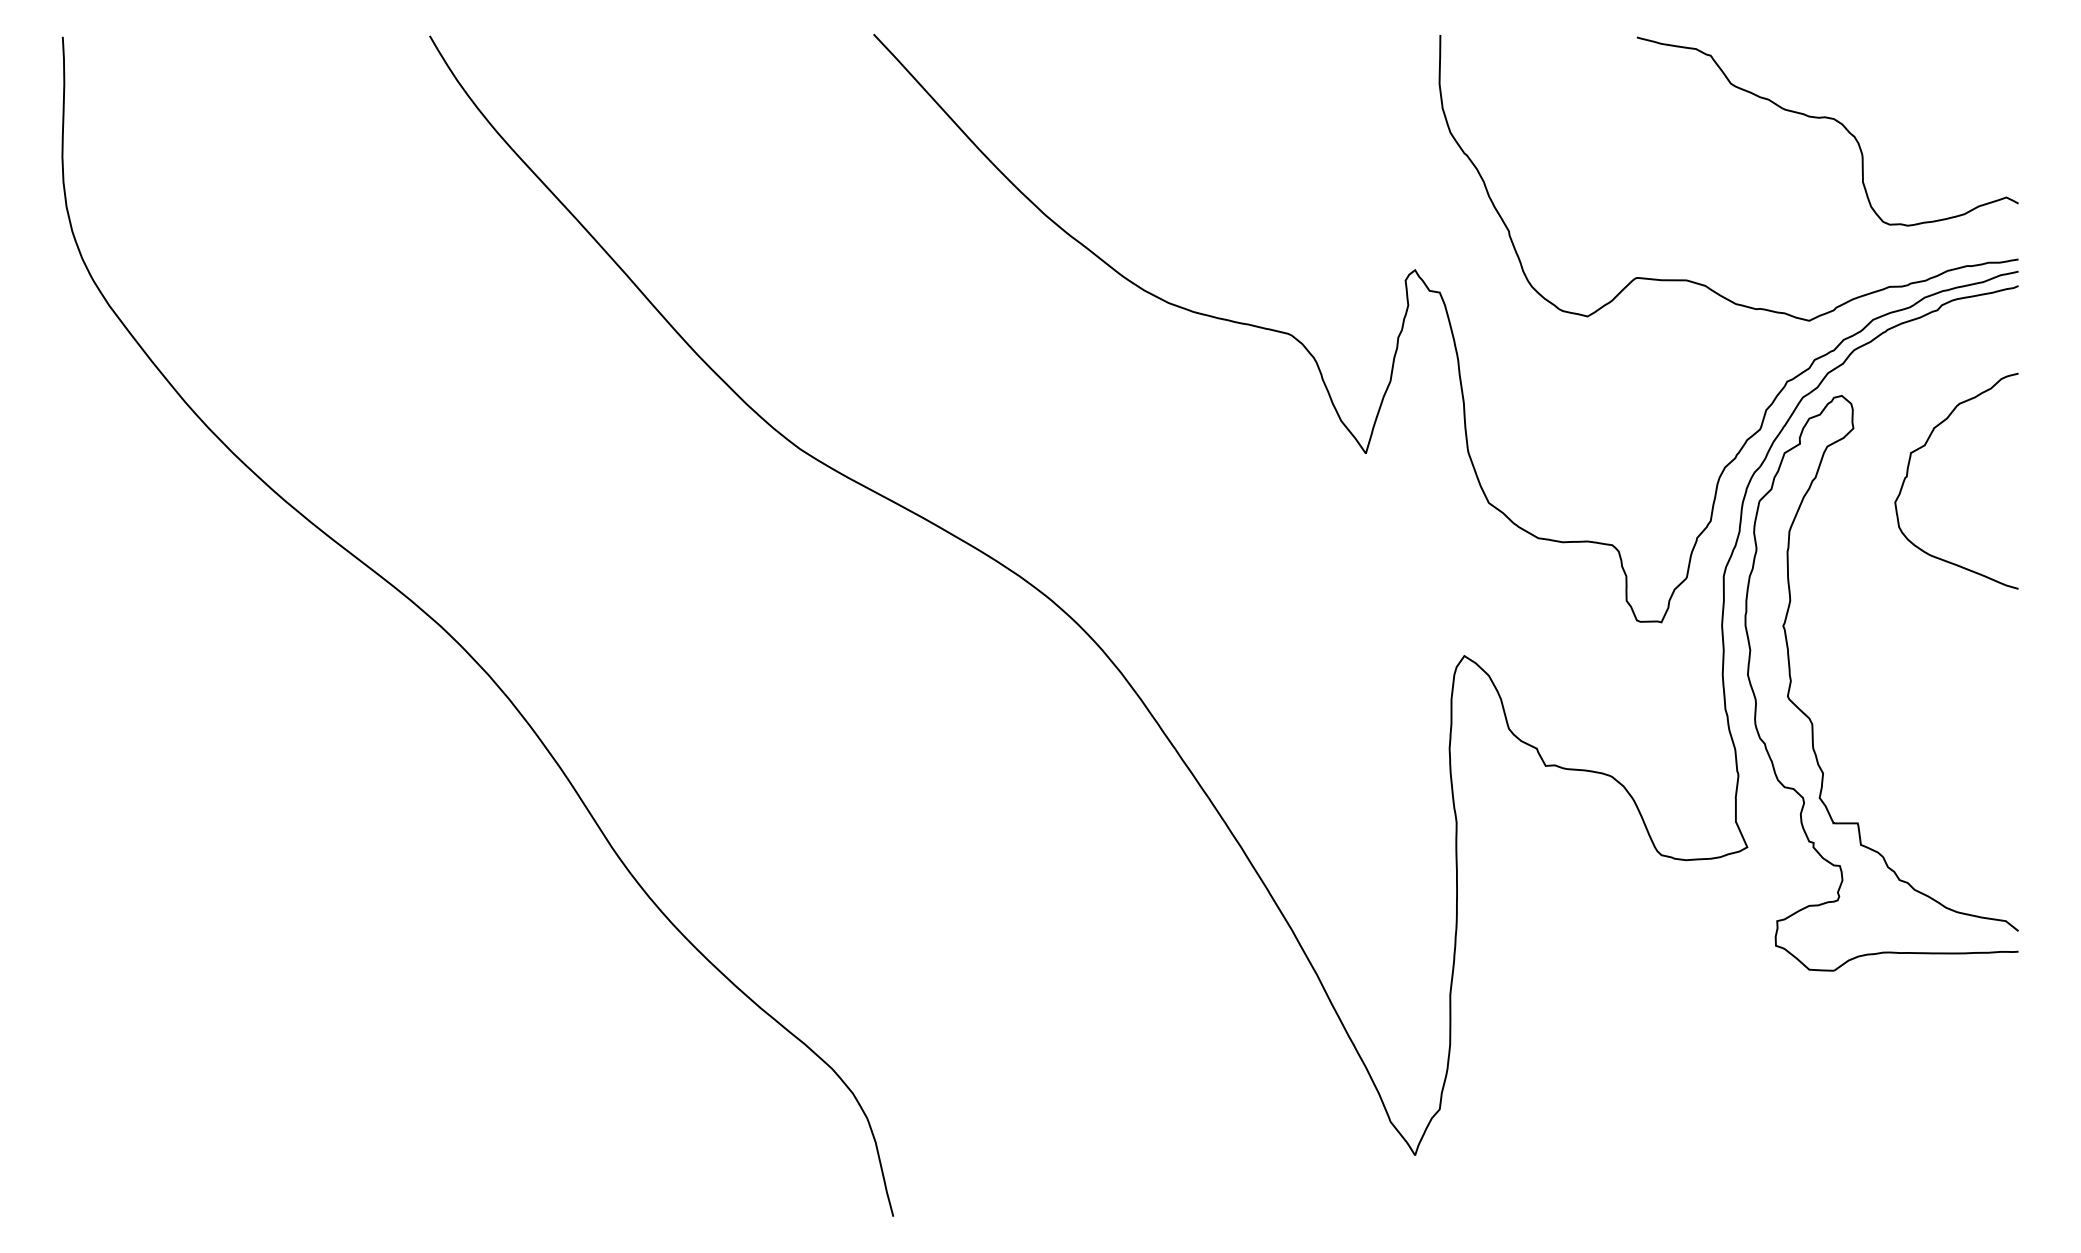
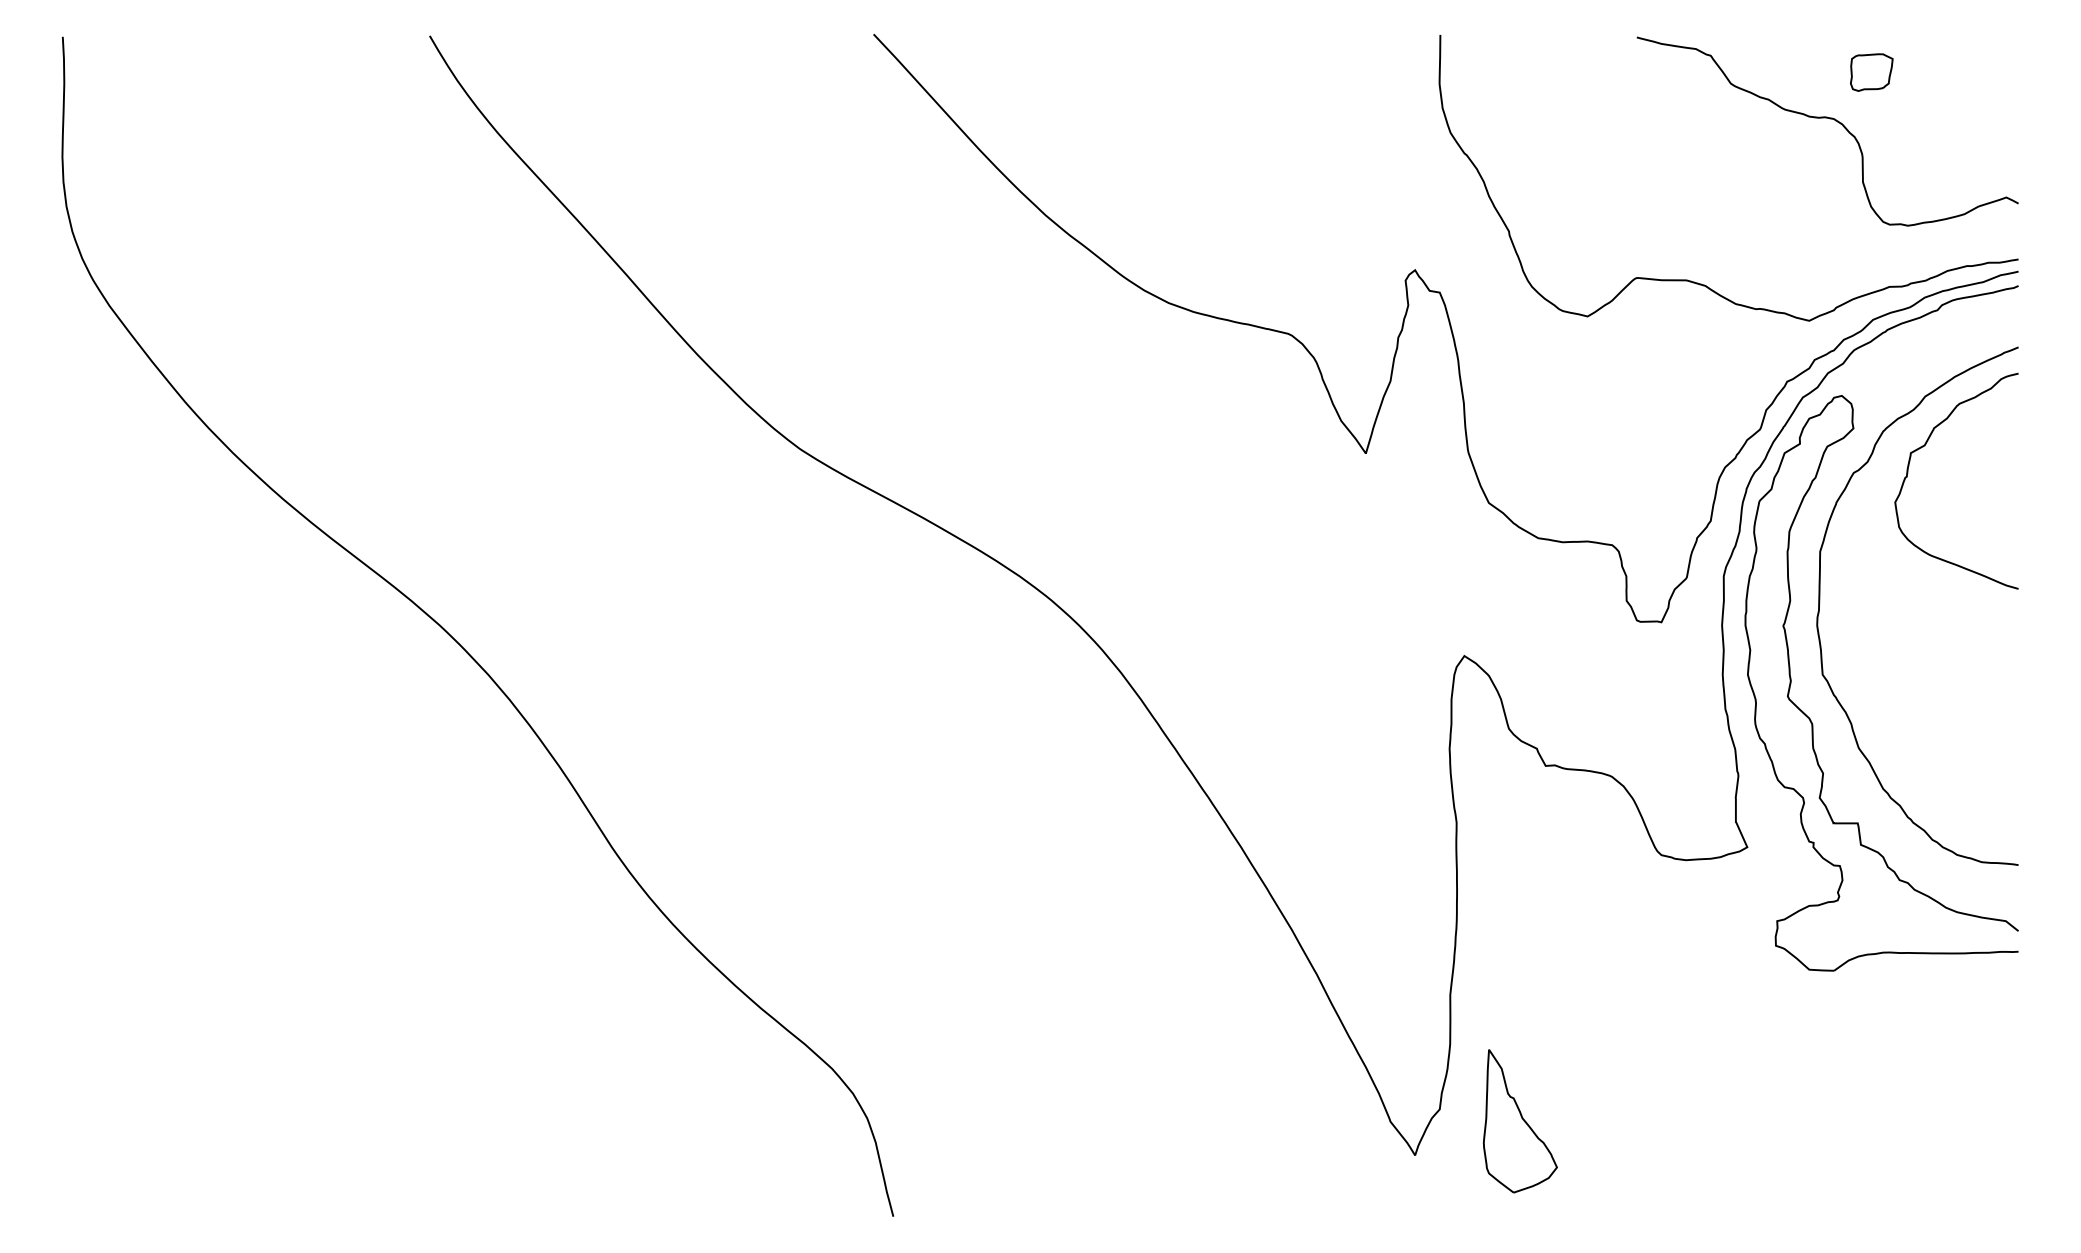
part at (1871, 72): none -> present
curve at (1820, 602): none -> present
part at (1520, 1121): none -> present
